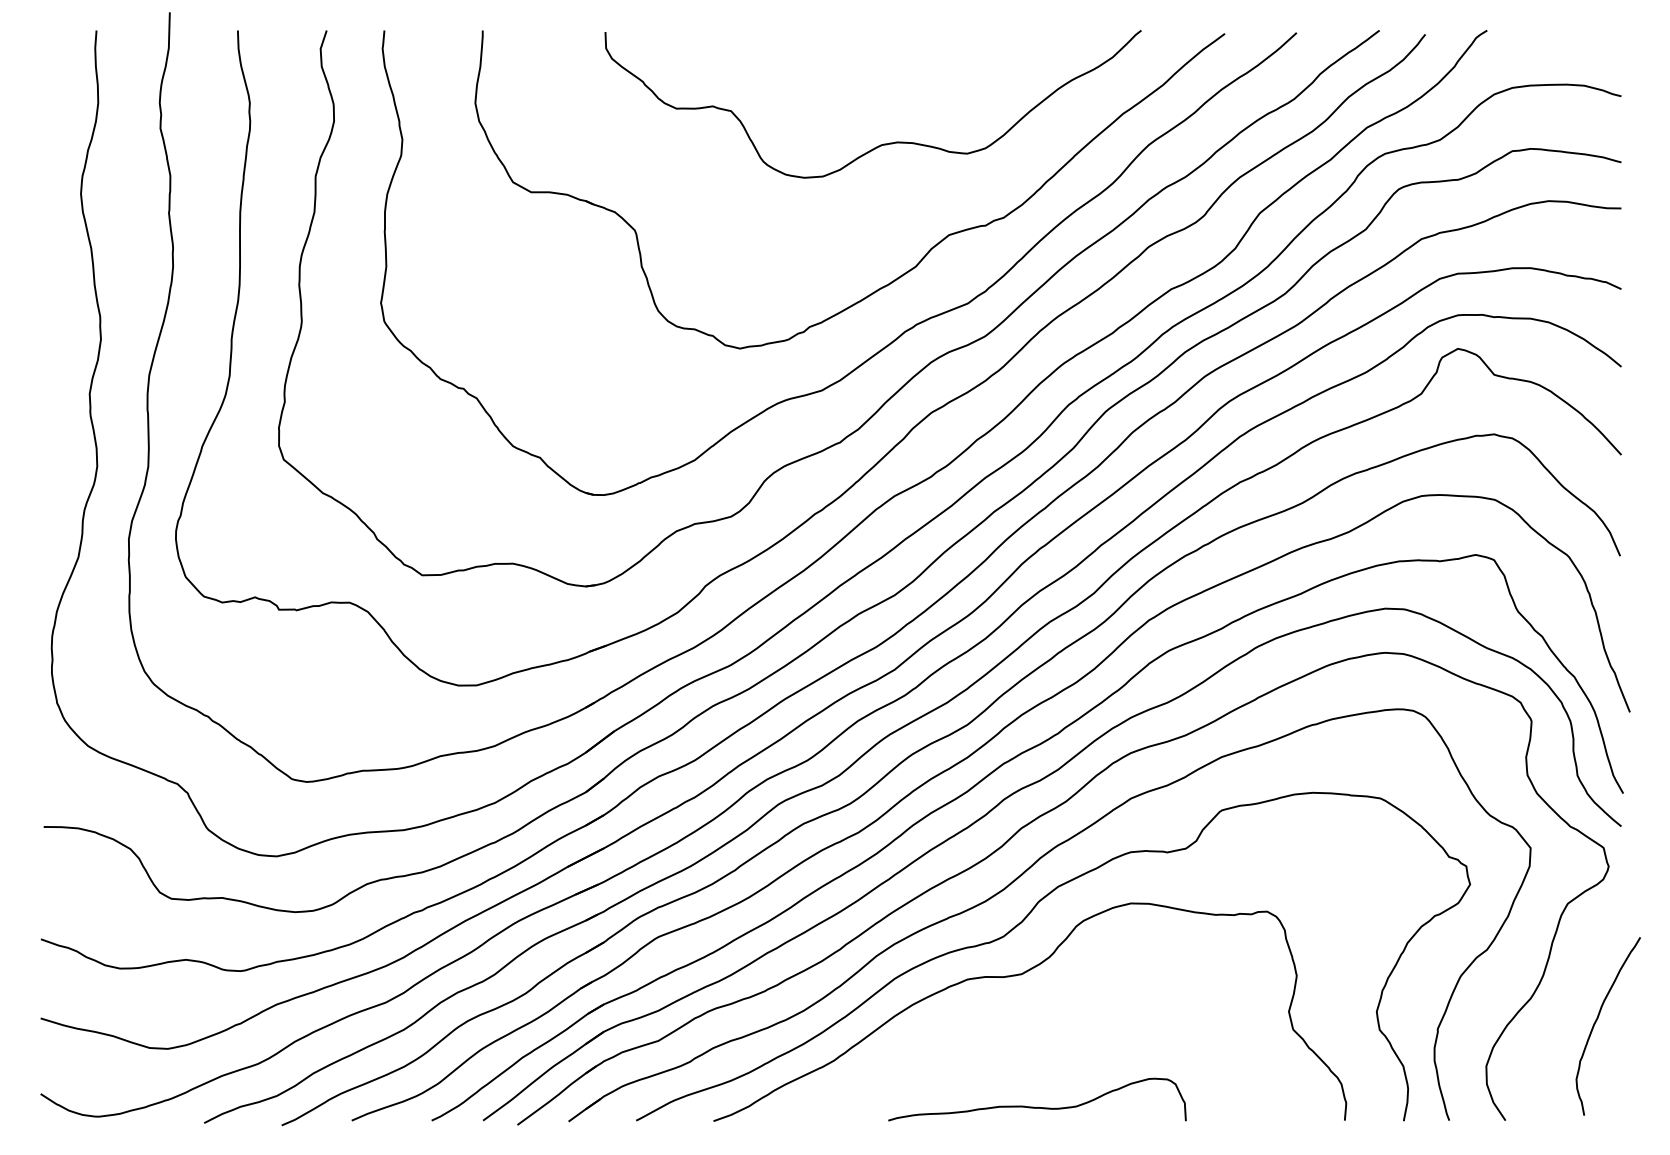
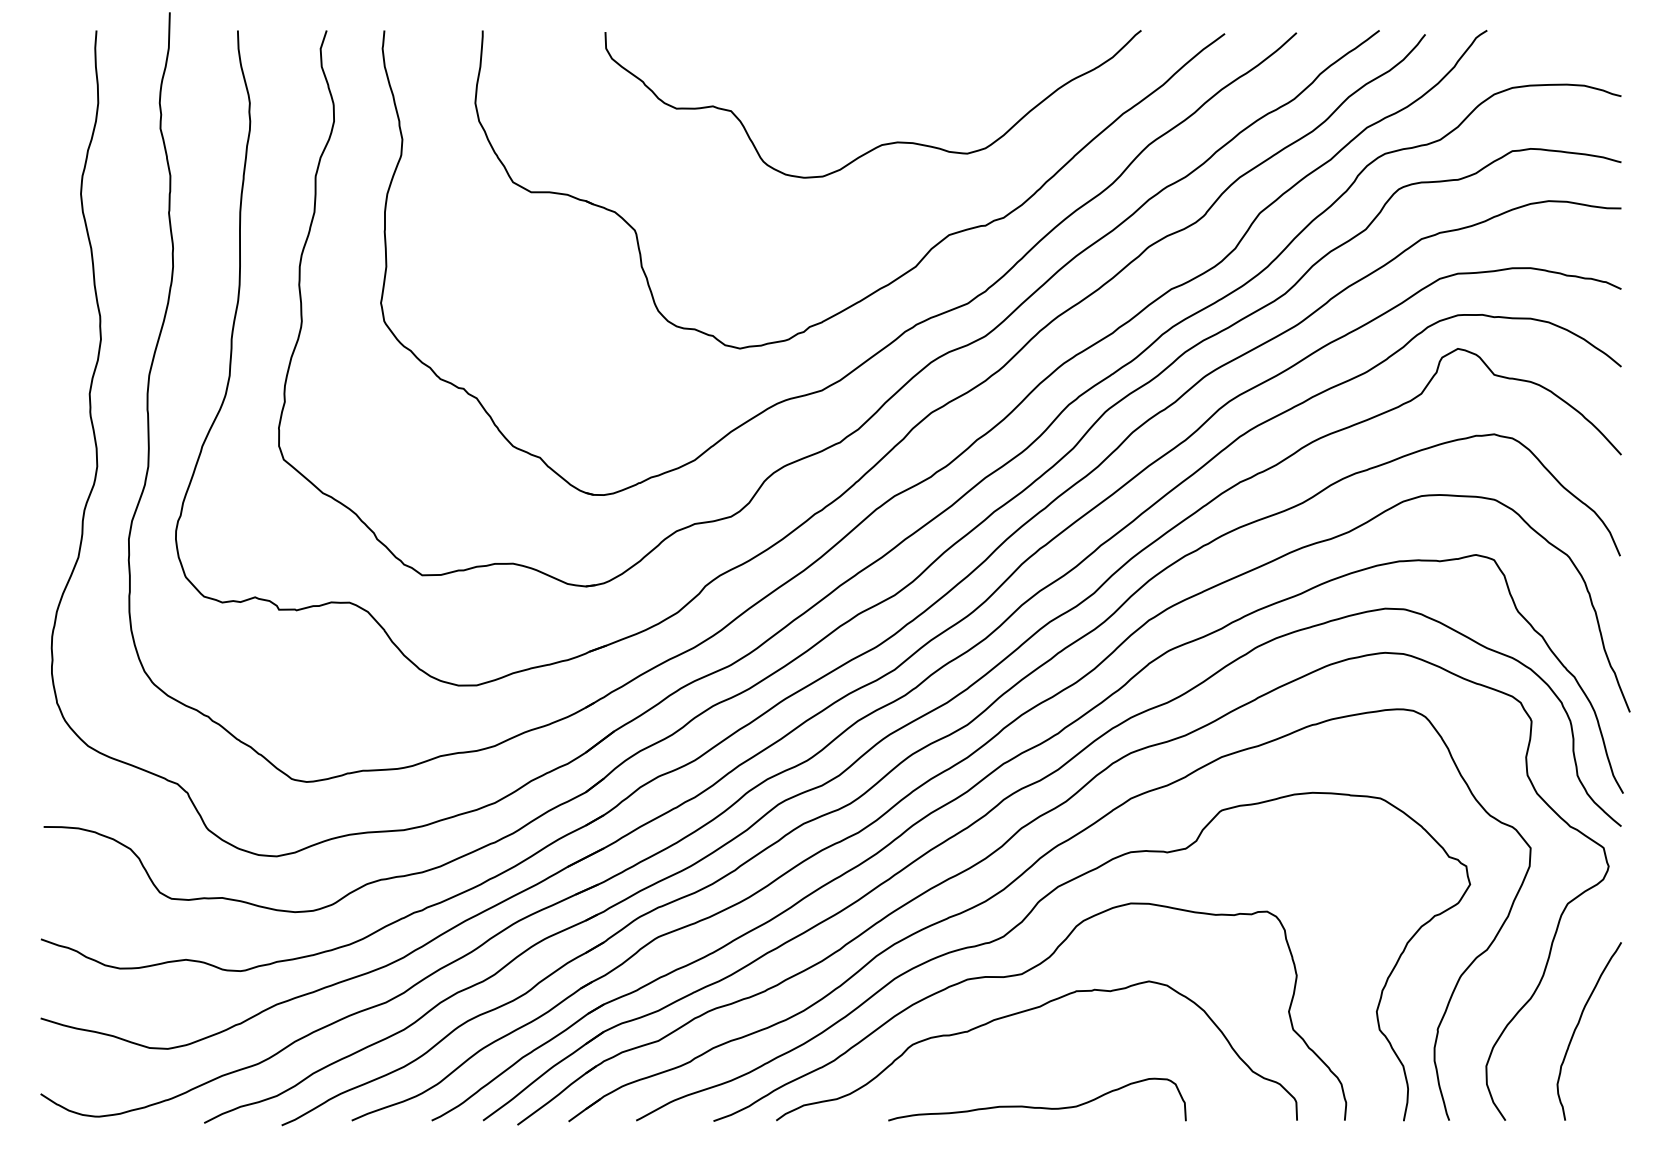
curve at (1024, 1012): none -> present
curve at (1597, 1020) position: (1597, 1020) -> (1578, 1025)
